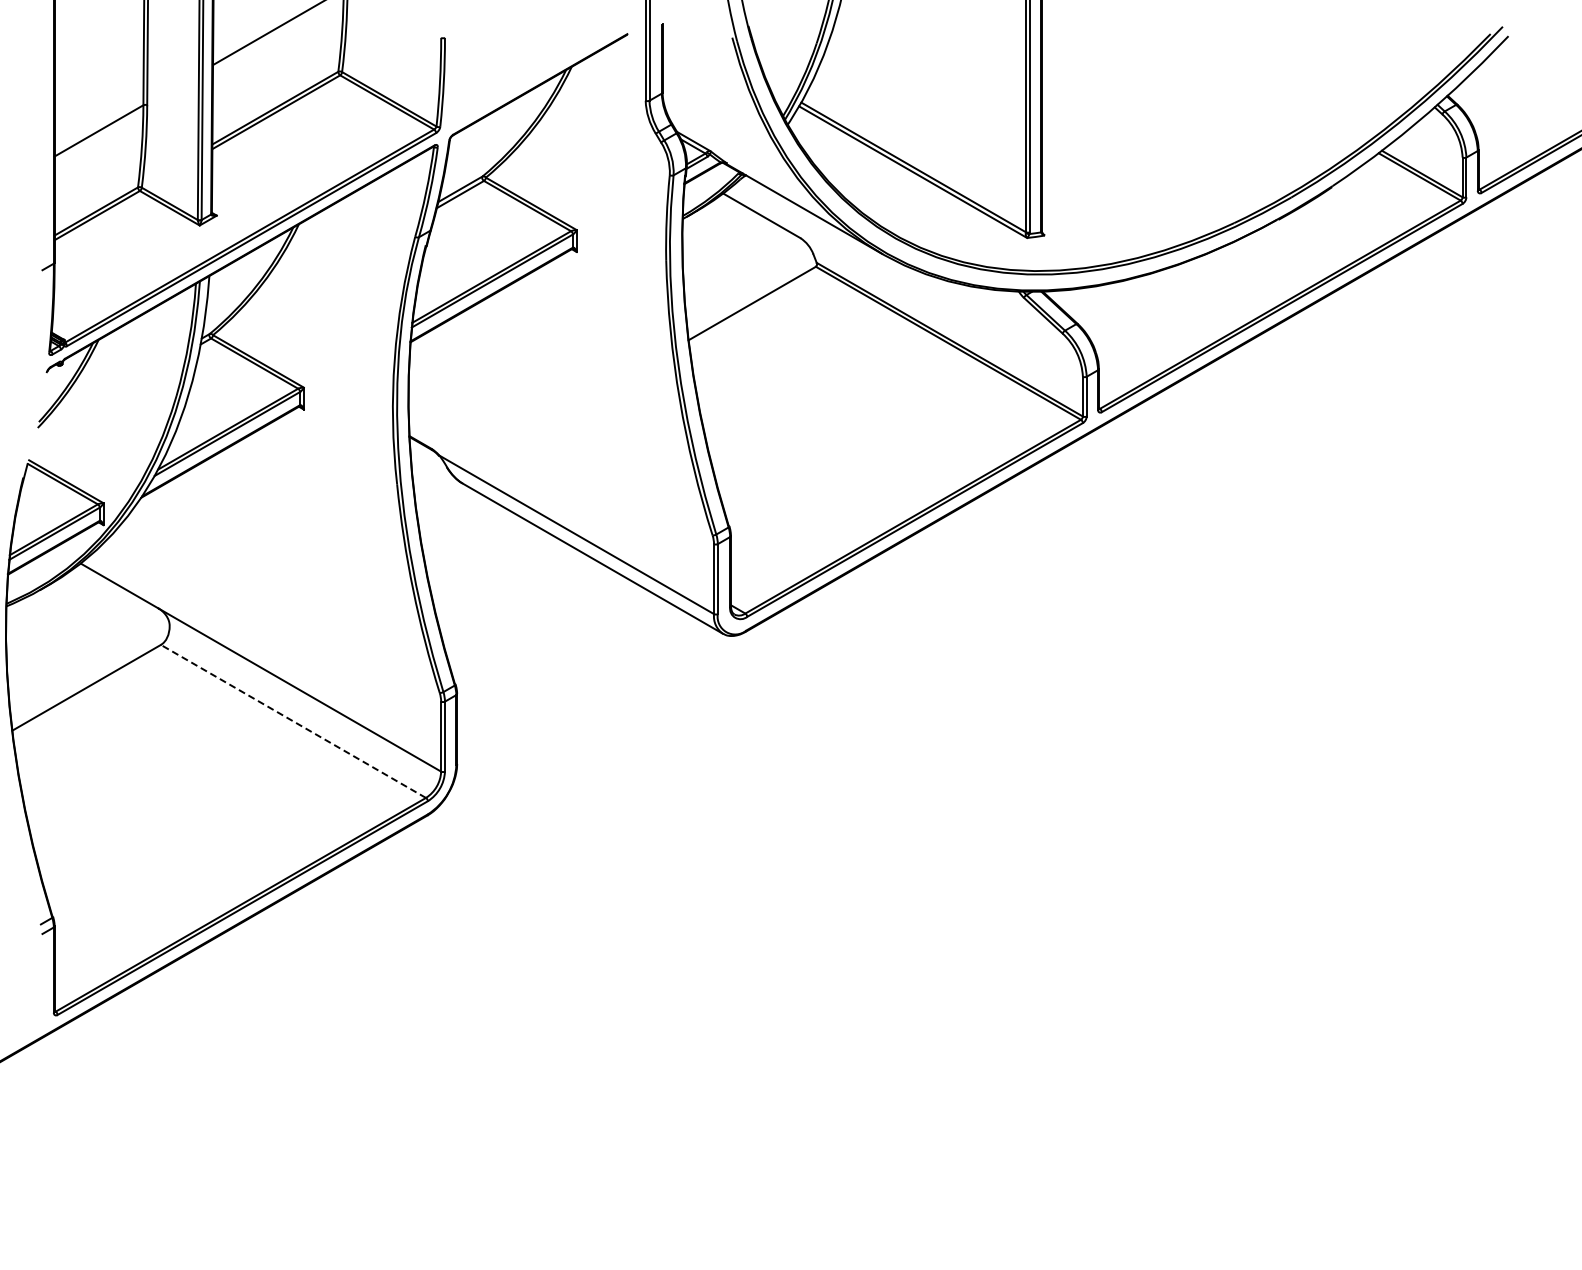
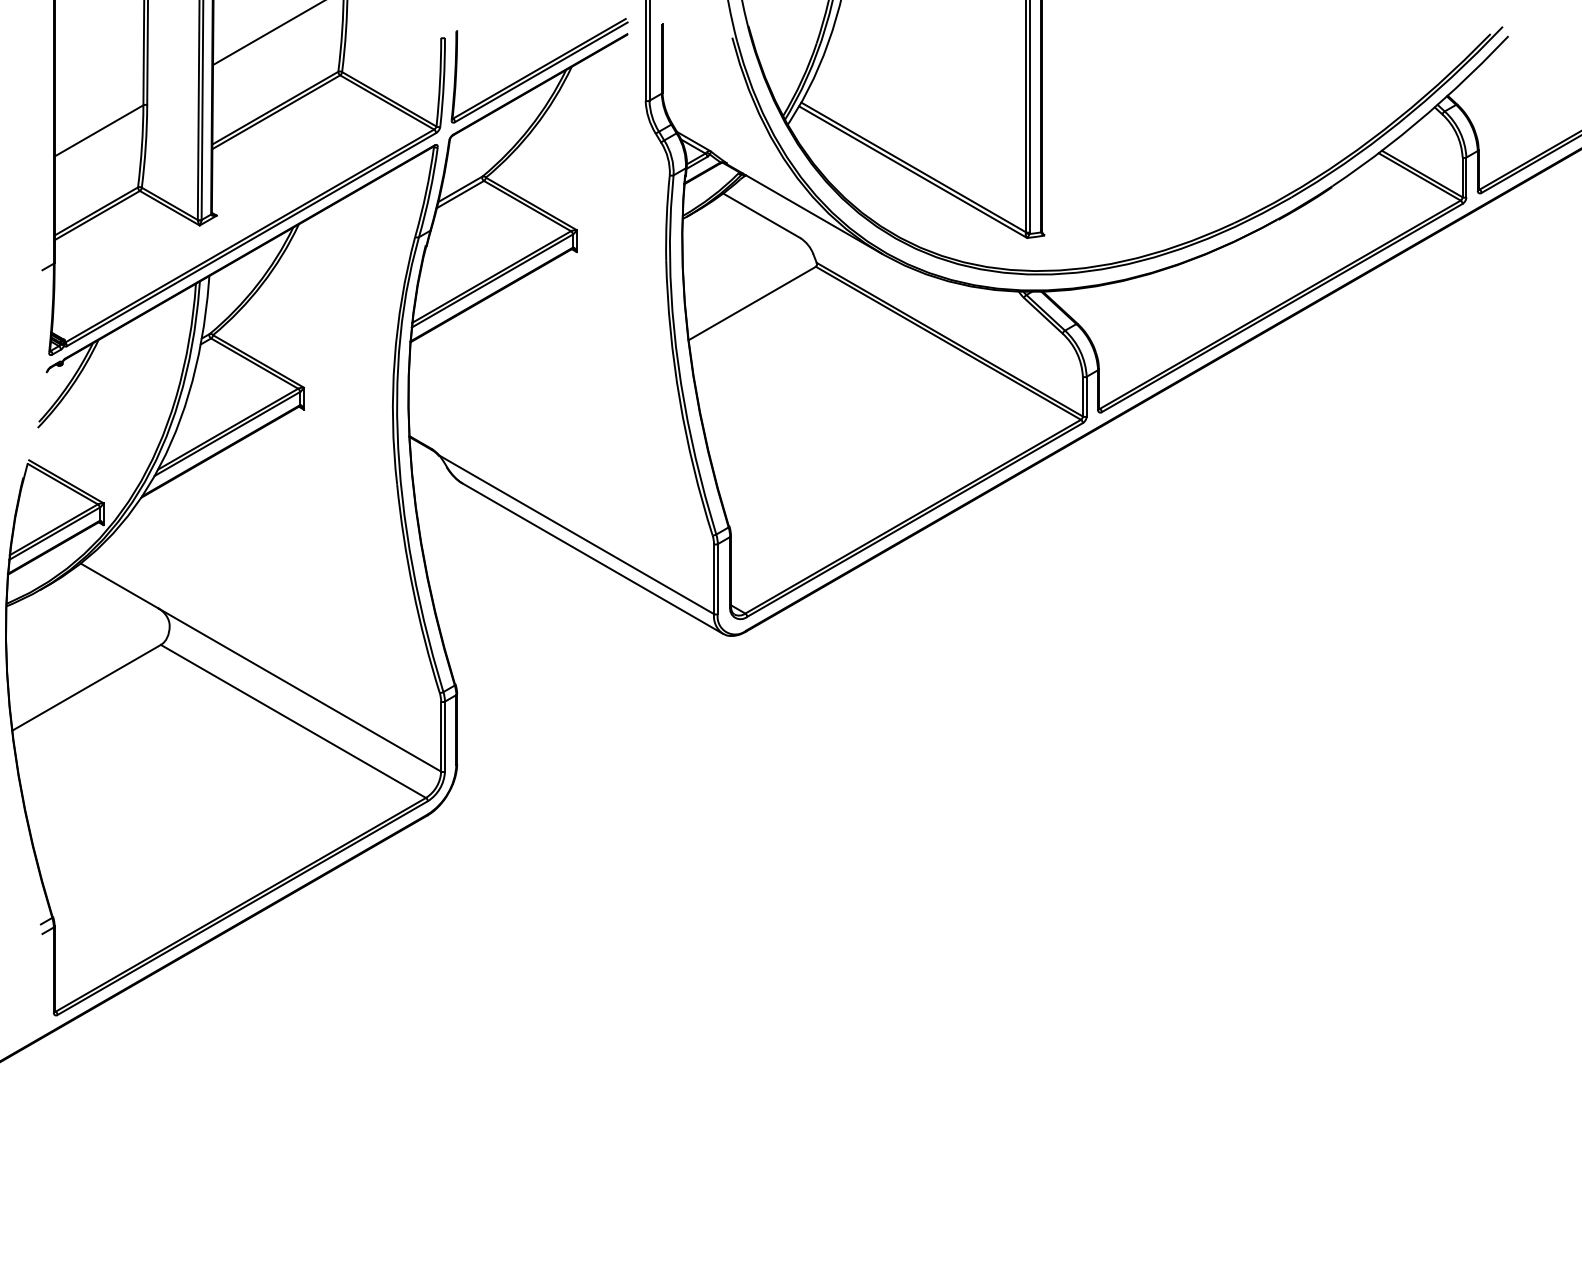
part at (539, 70): none -> present
line at (293, 721): dashed -> solid
